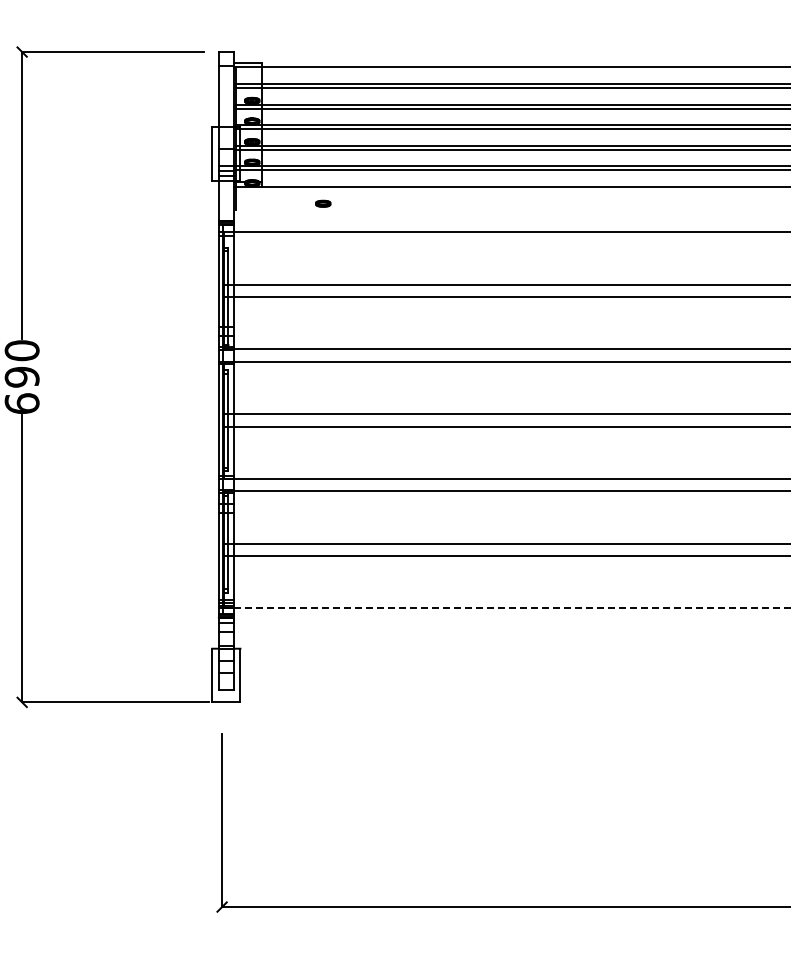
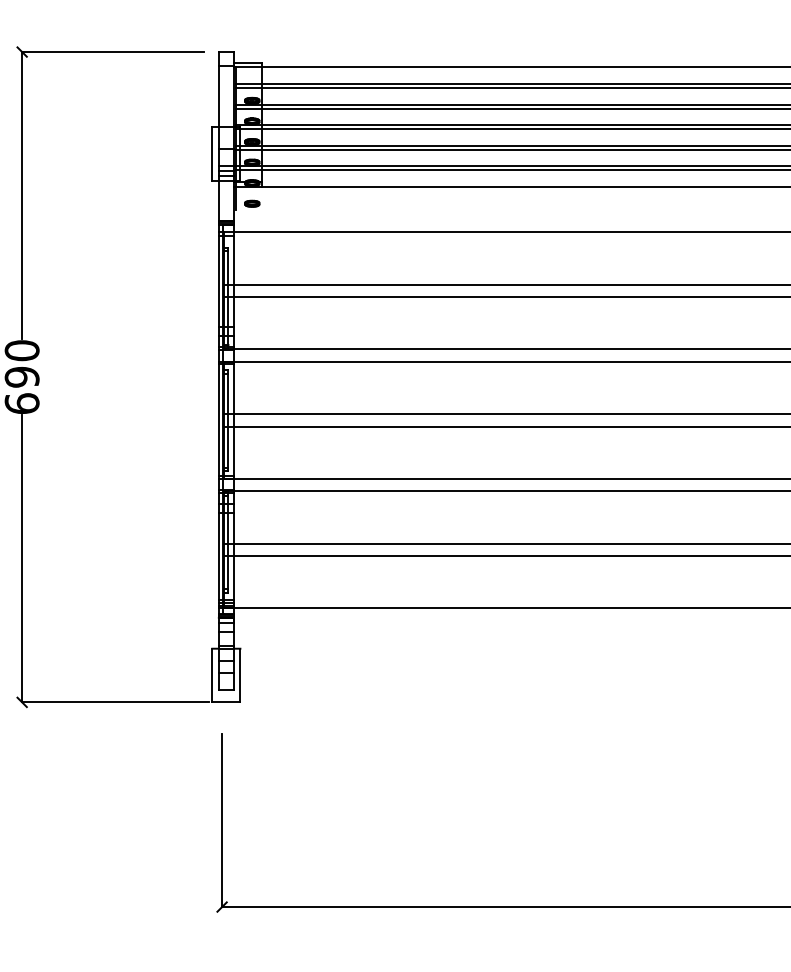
part at (323, 203) position: (323, 203) -> (252, 203)
line at (512, 608): dashed -> solid
